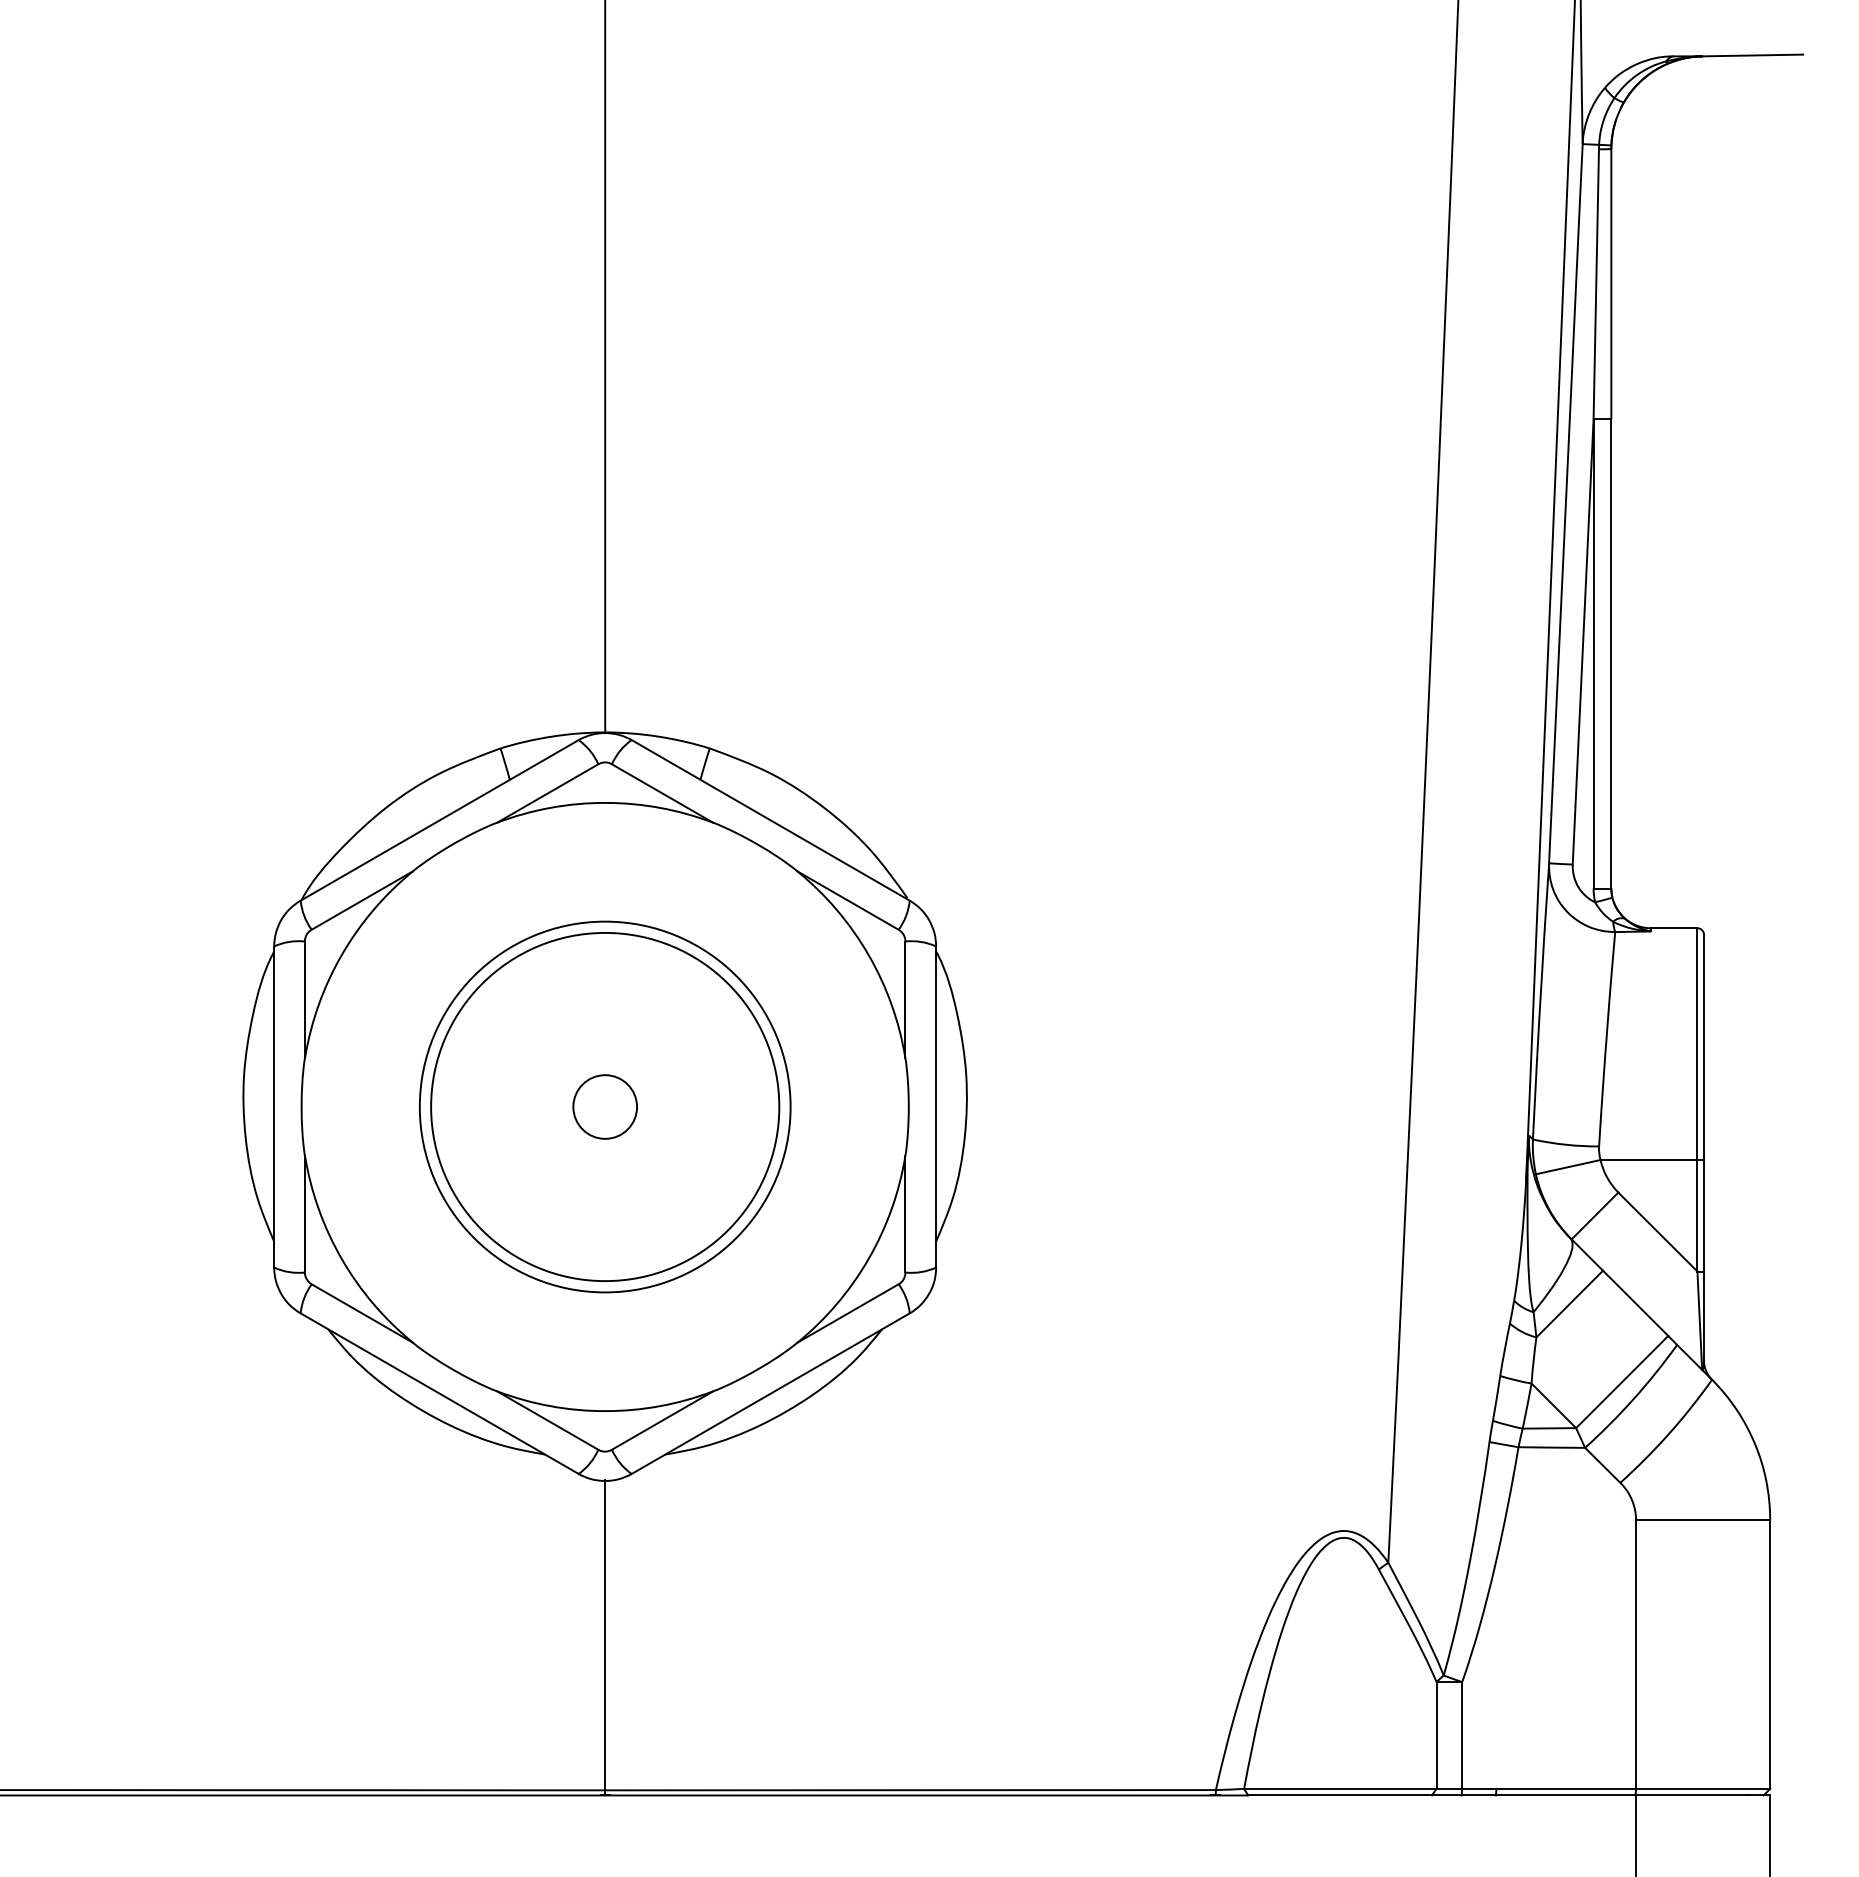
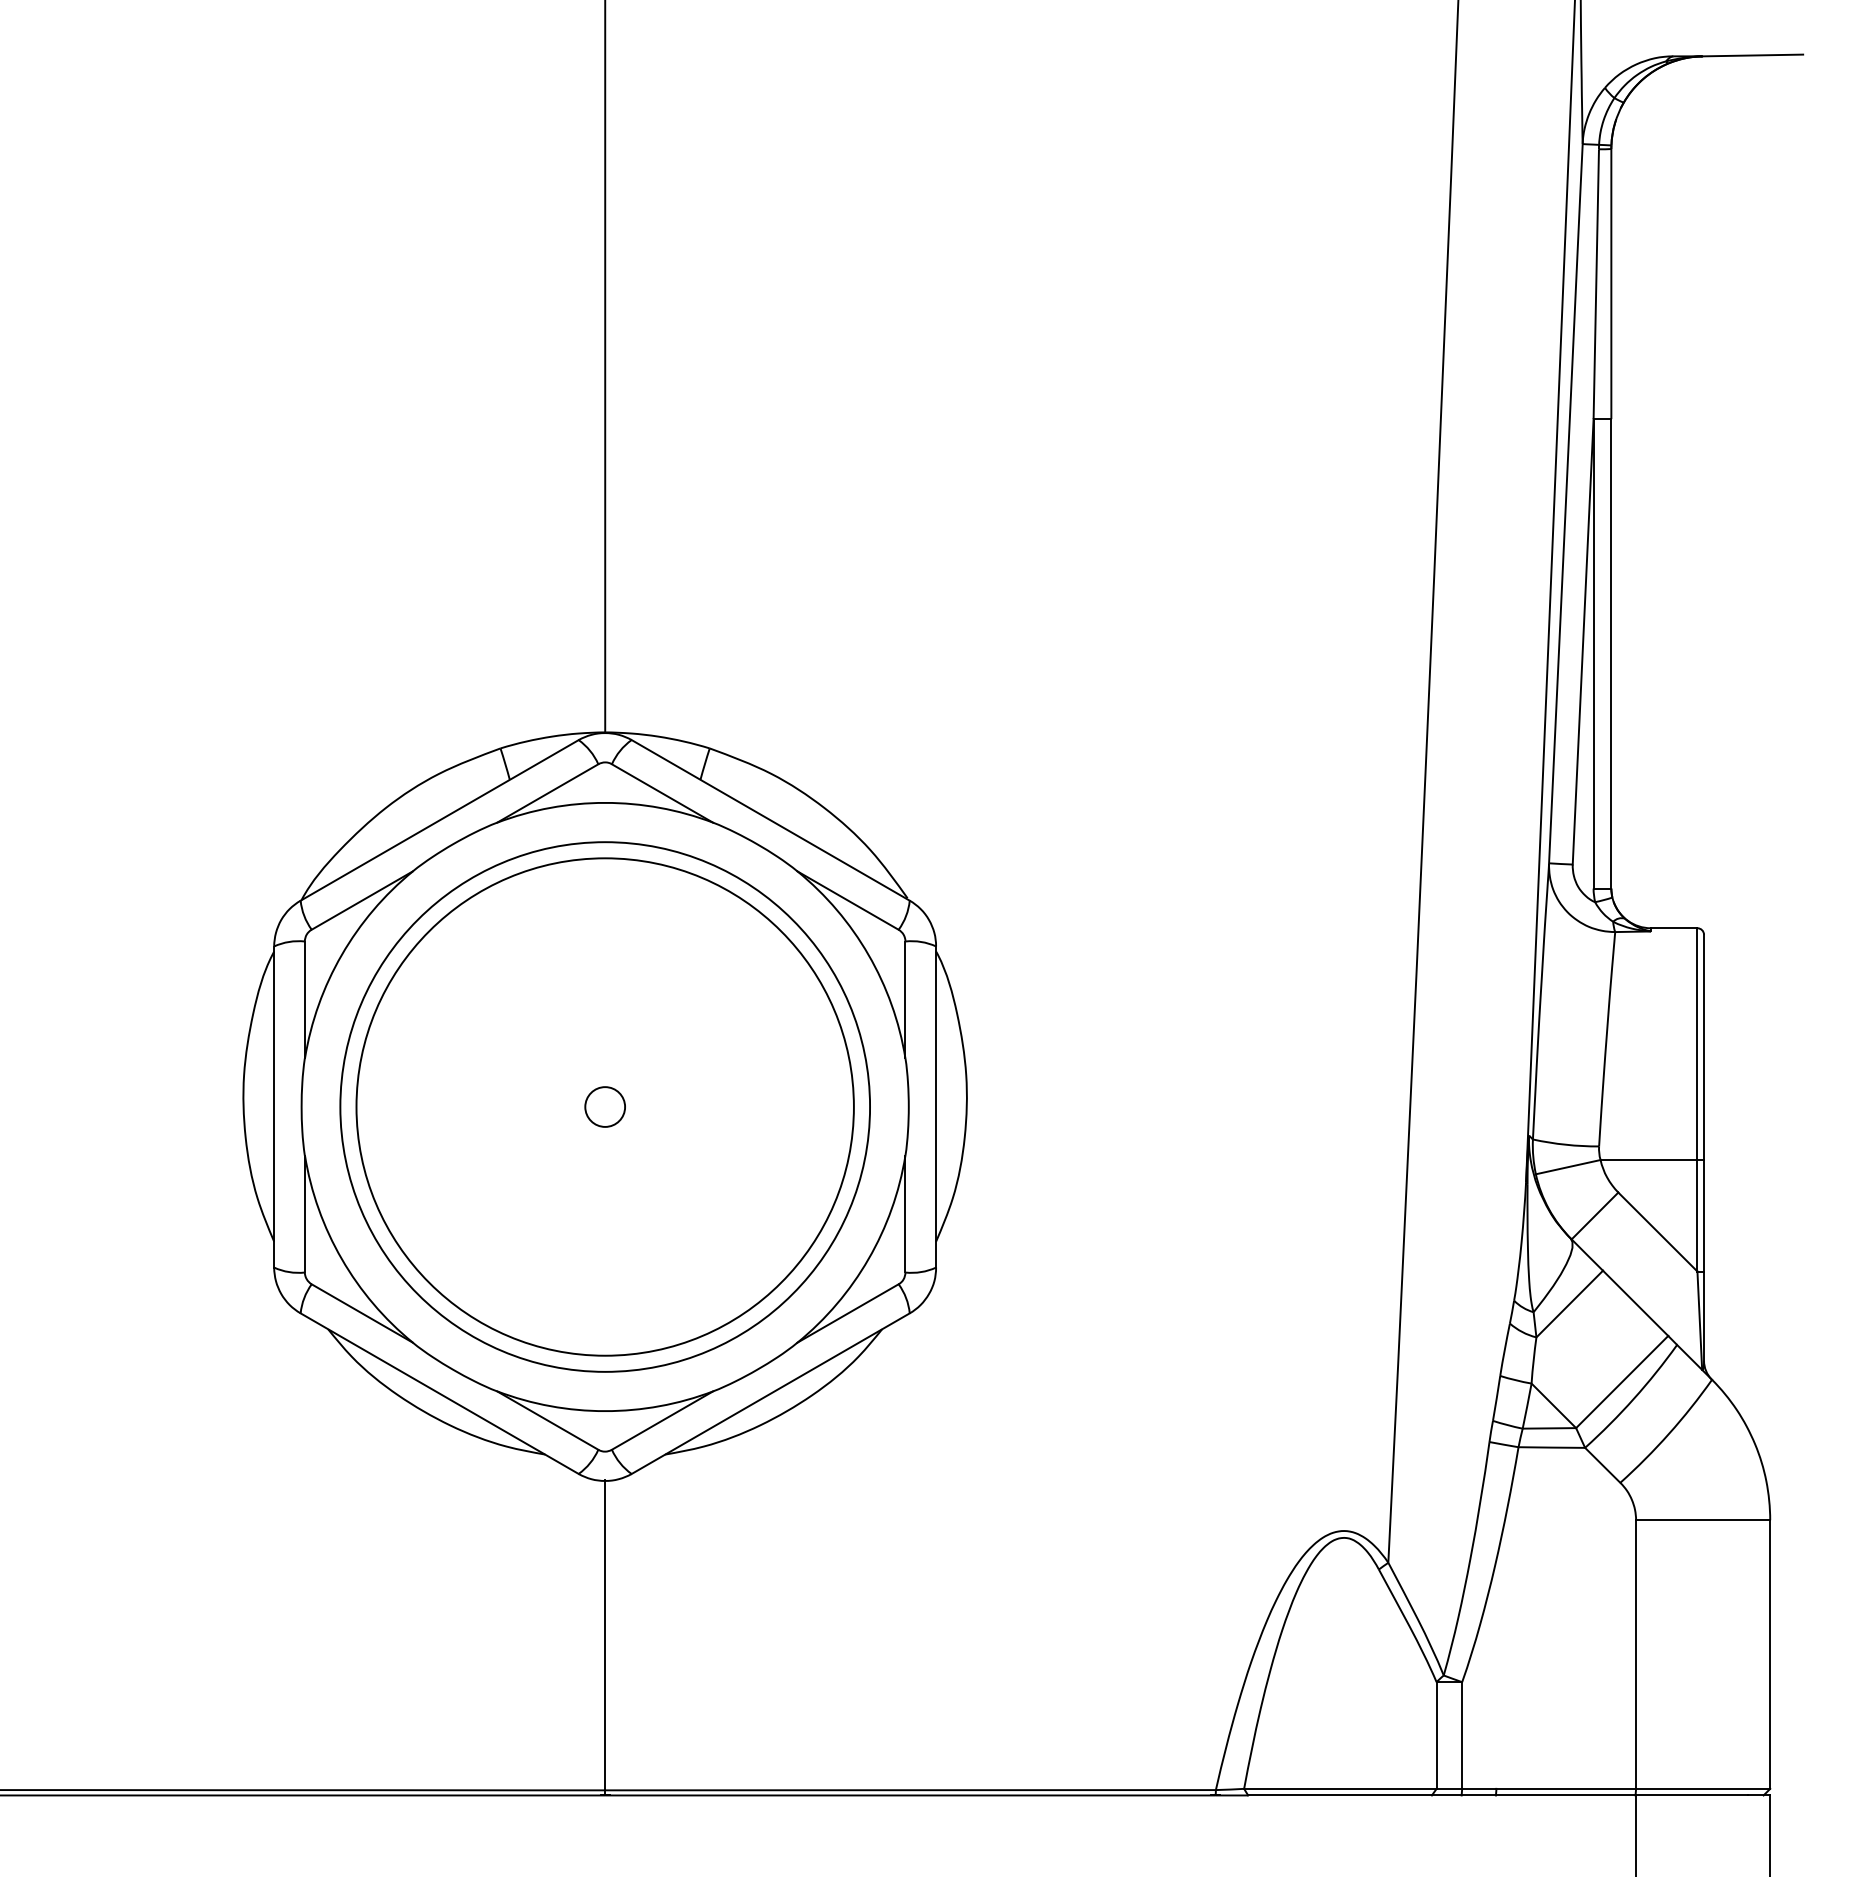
circle at (604, 1106) diameter: 371 px -> 530 px
circle at (605, 1106) diameter: 348 px -> 497 px
circle at (605, 1106) diameter: 64 px -> 40 px
